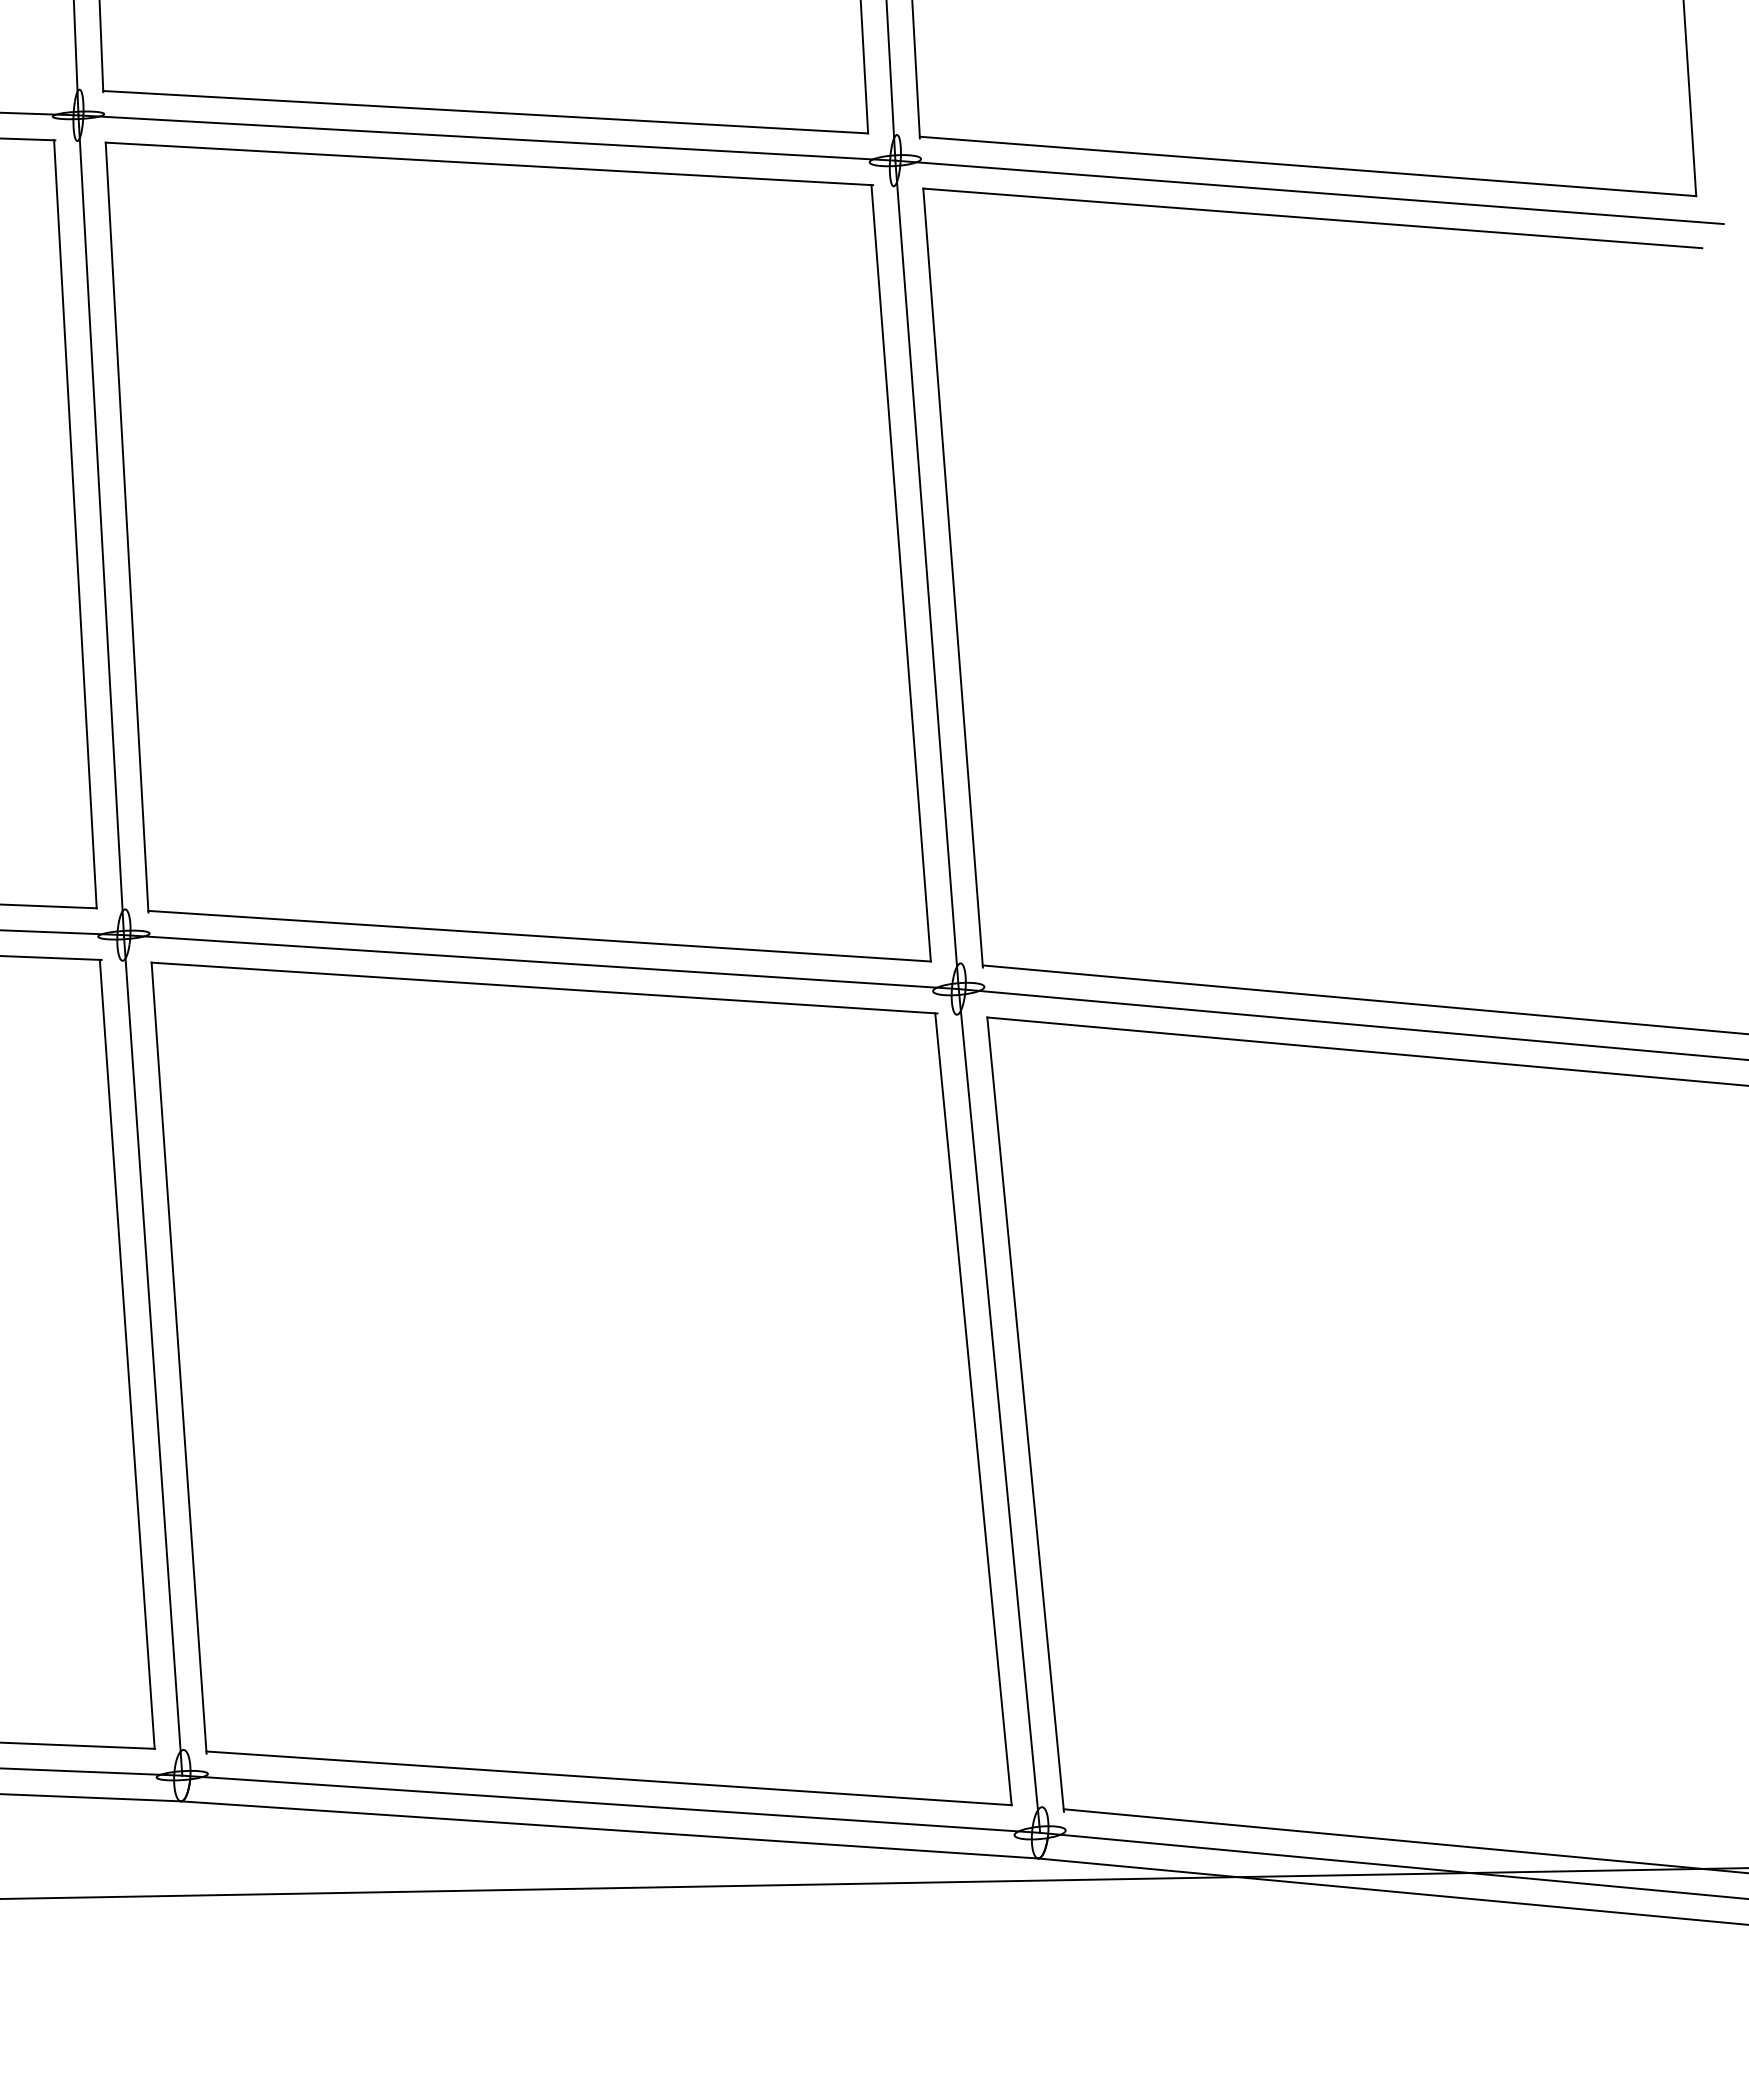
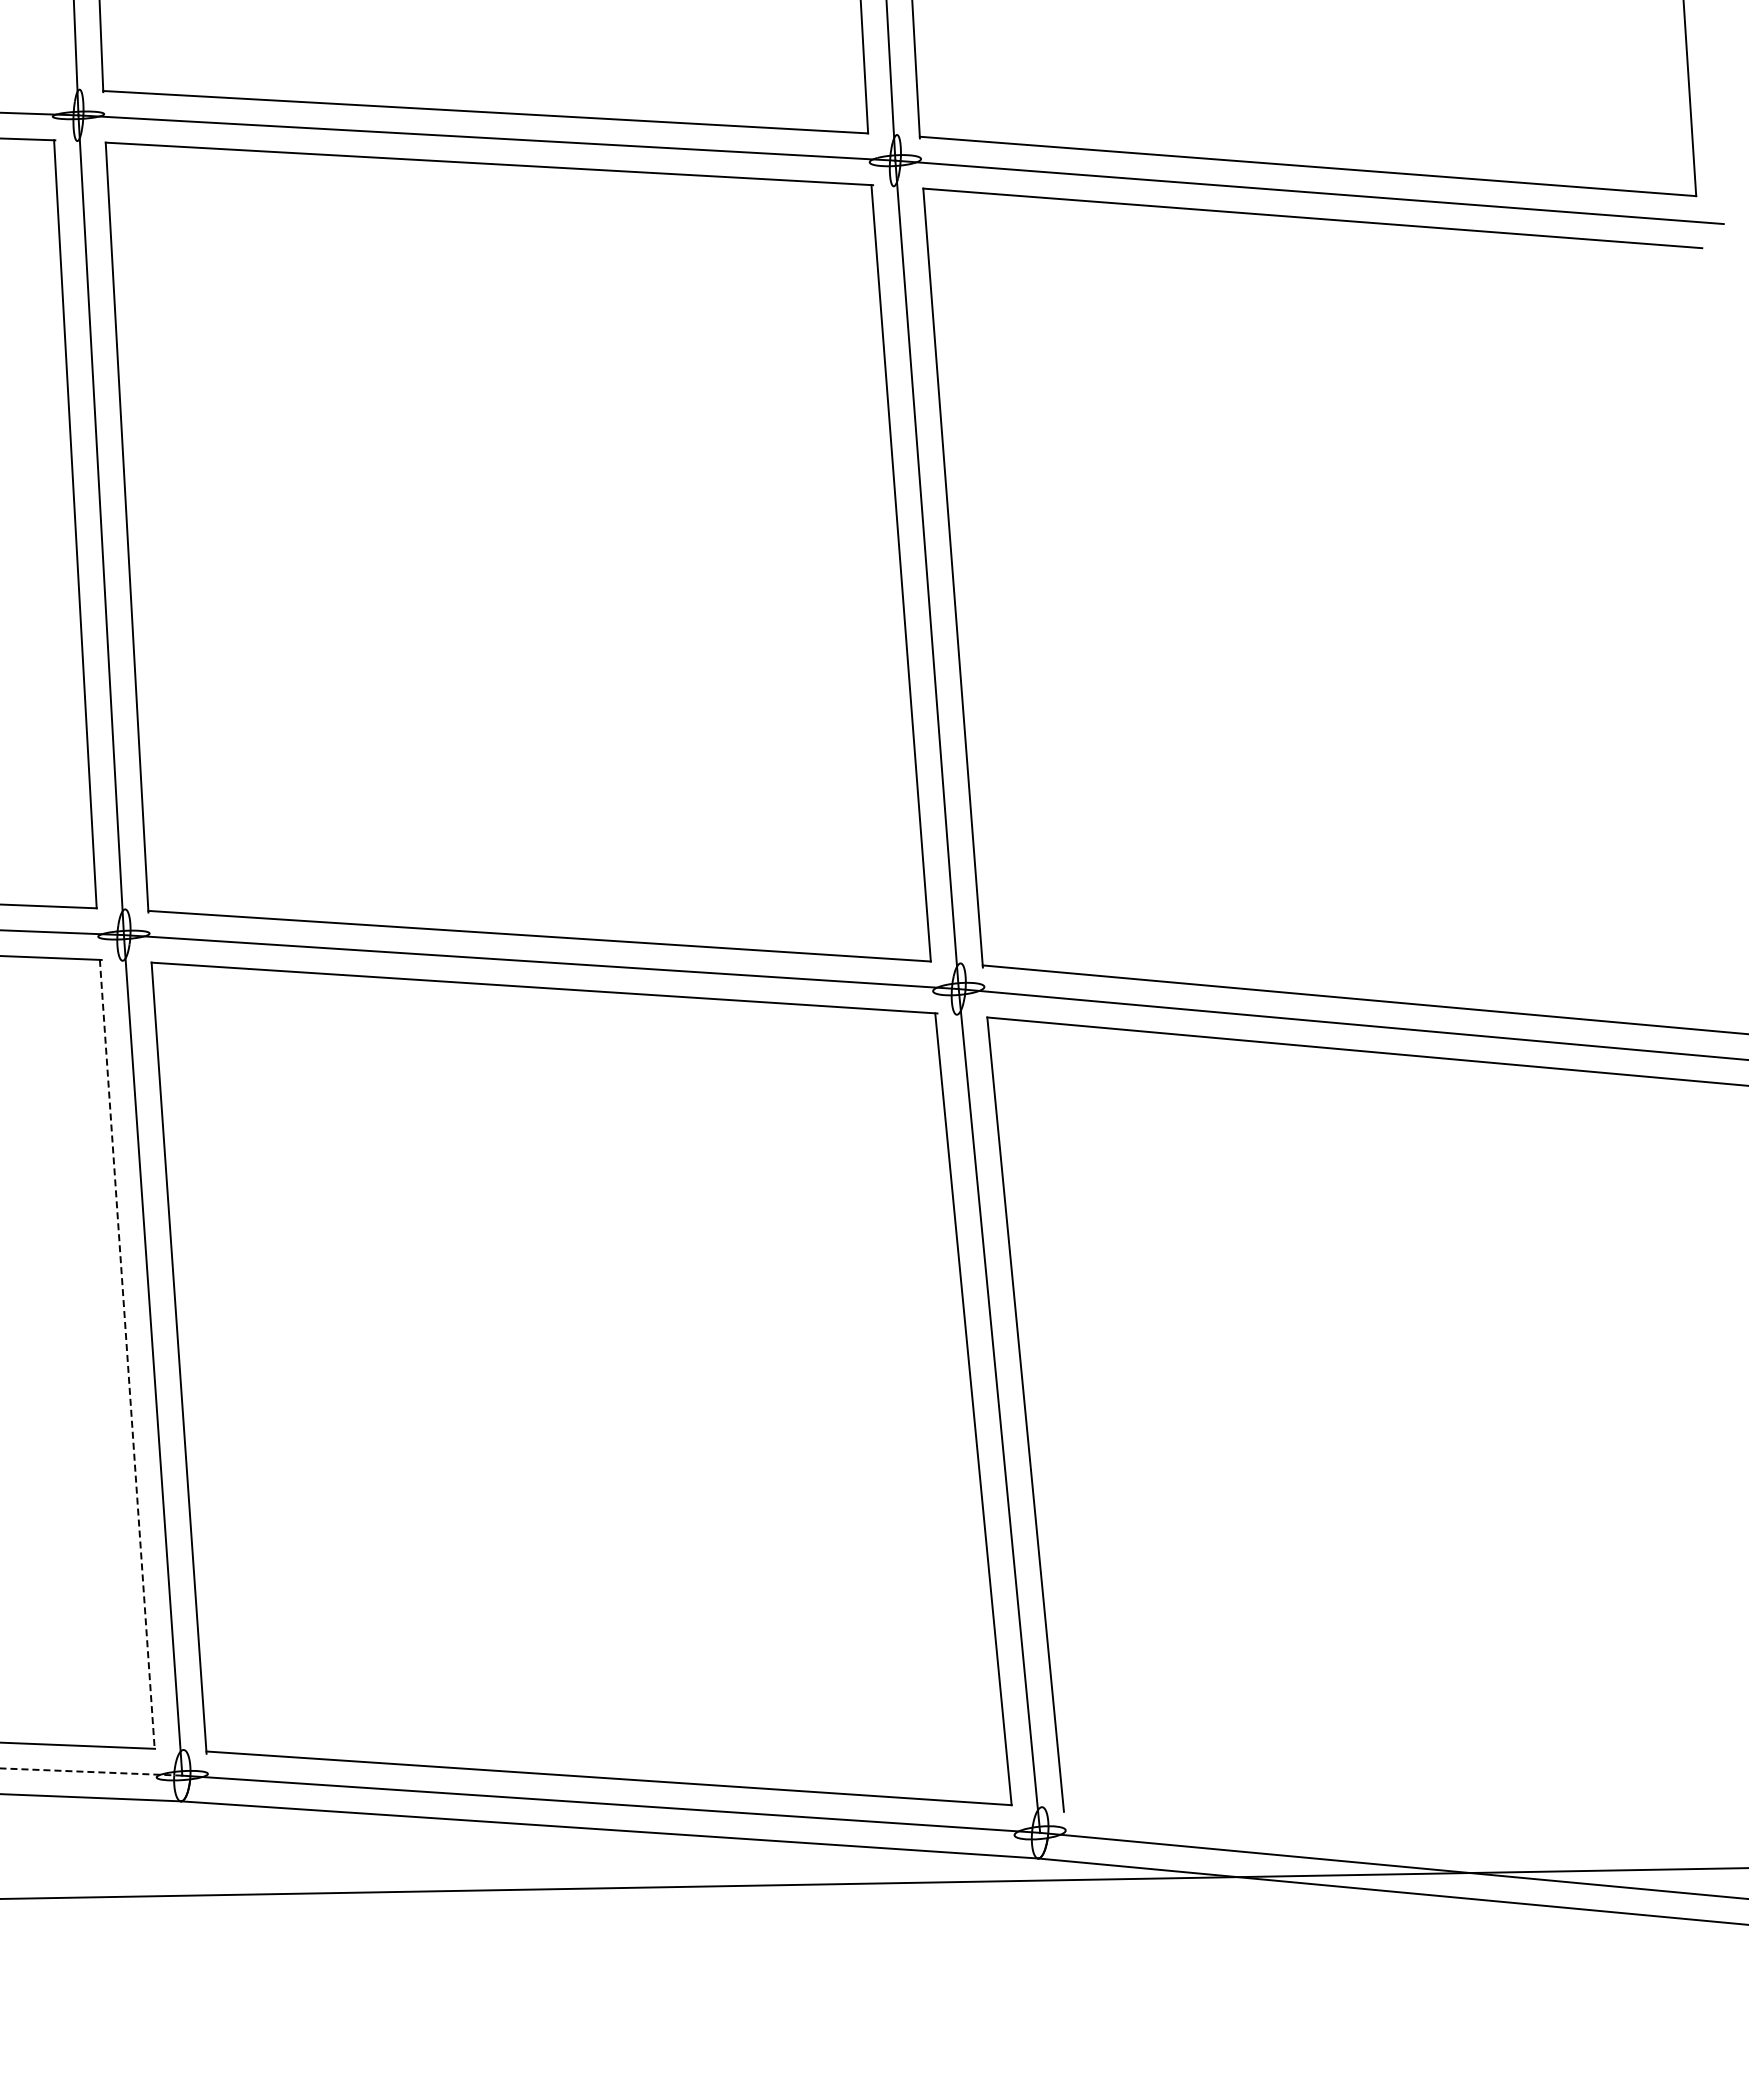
line at (127, 1354): solid -> dashed
line at (91, 1772): solid -> dashed
line at (1404, 1840): present -> none
